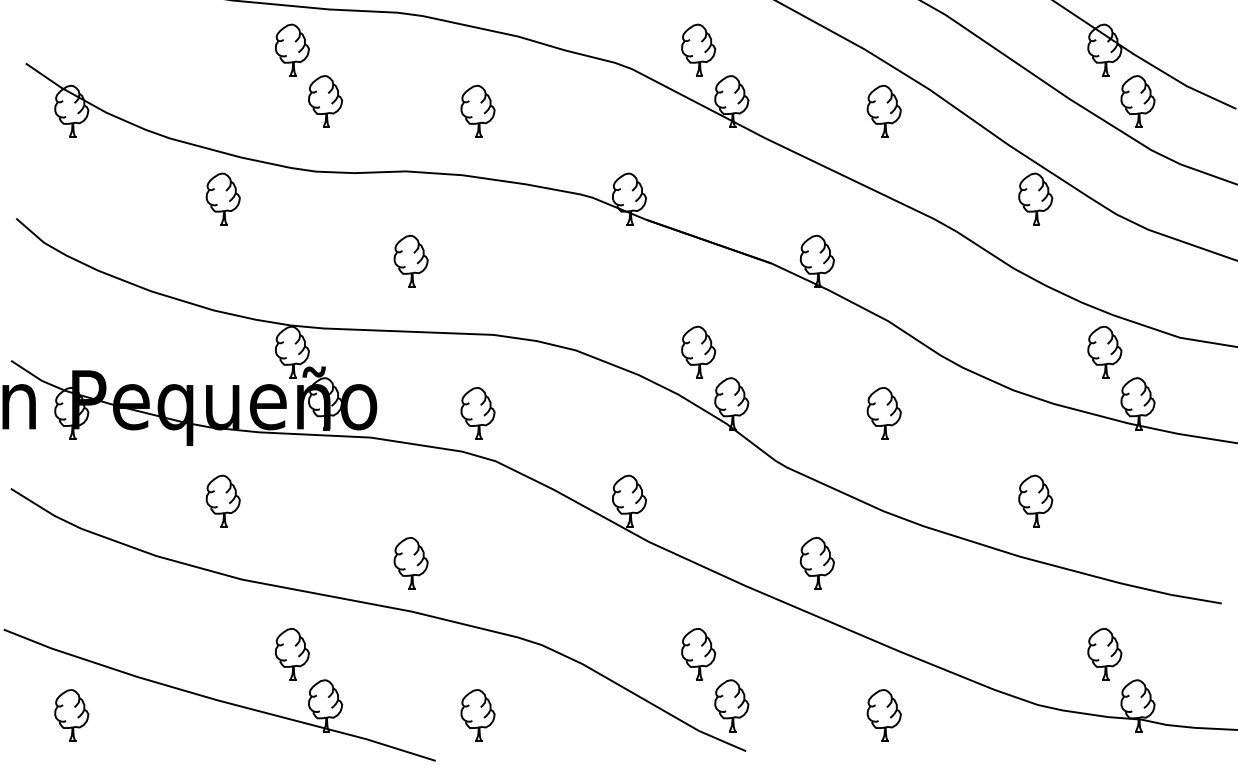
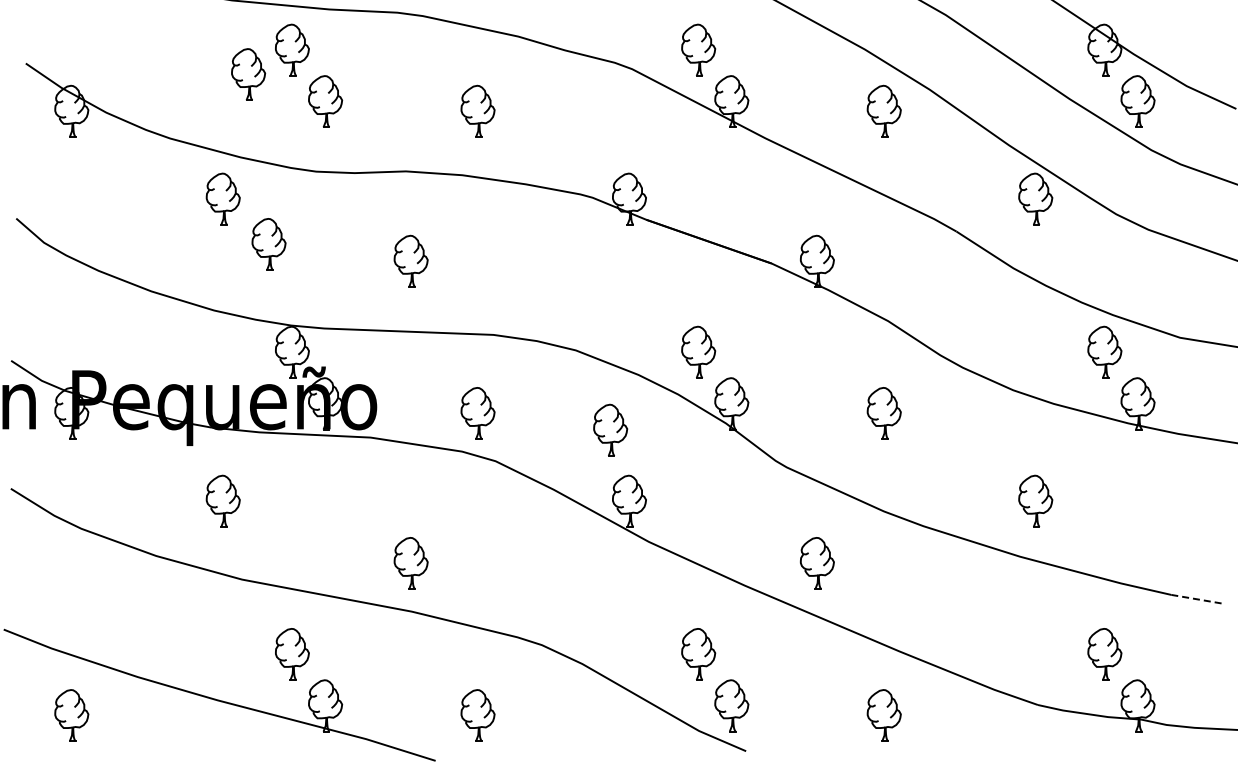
part at (248, 74): none -> present
part at (268, 244): none -> present
part at (610, 429): none -> present
line at (1196, 599): solid -> dashed
